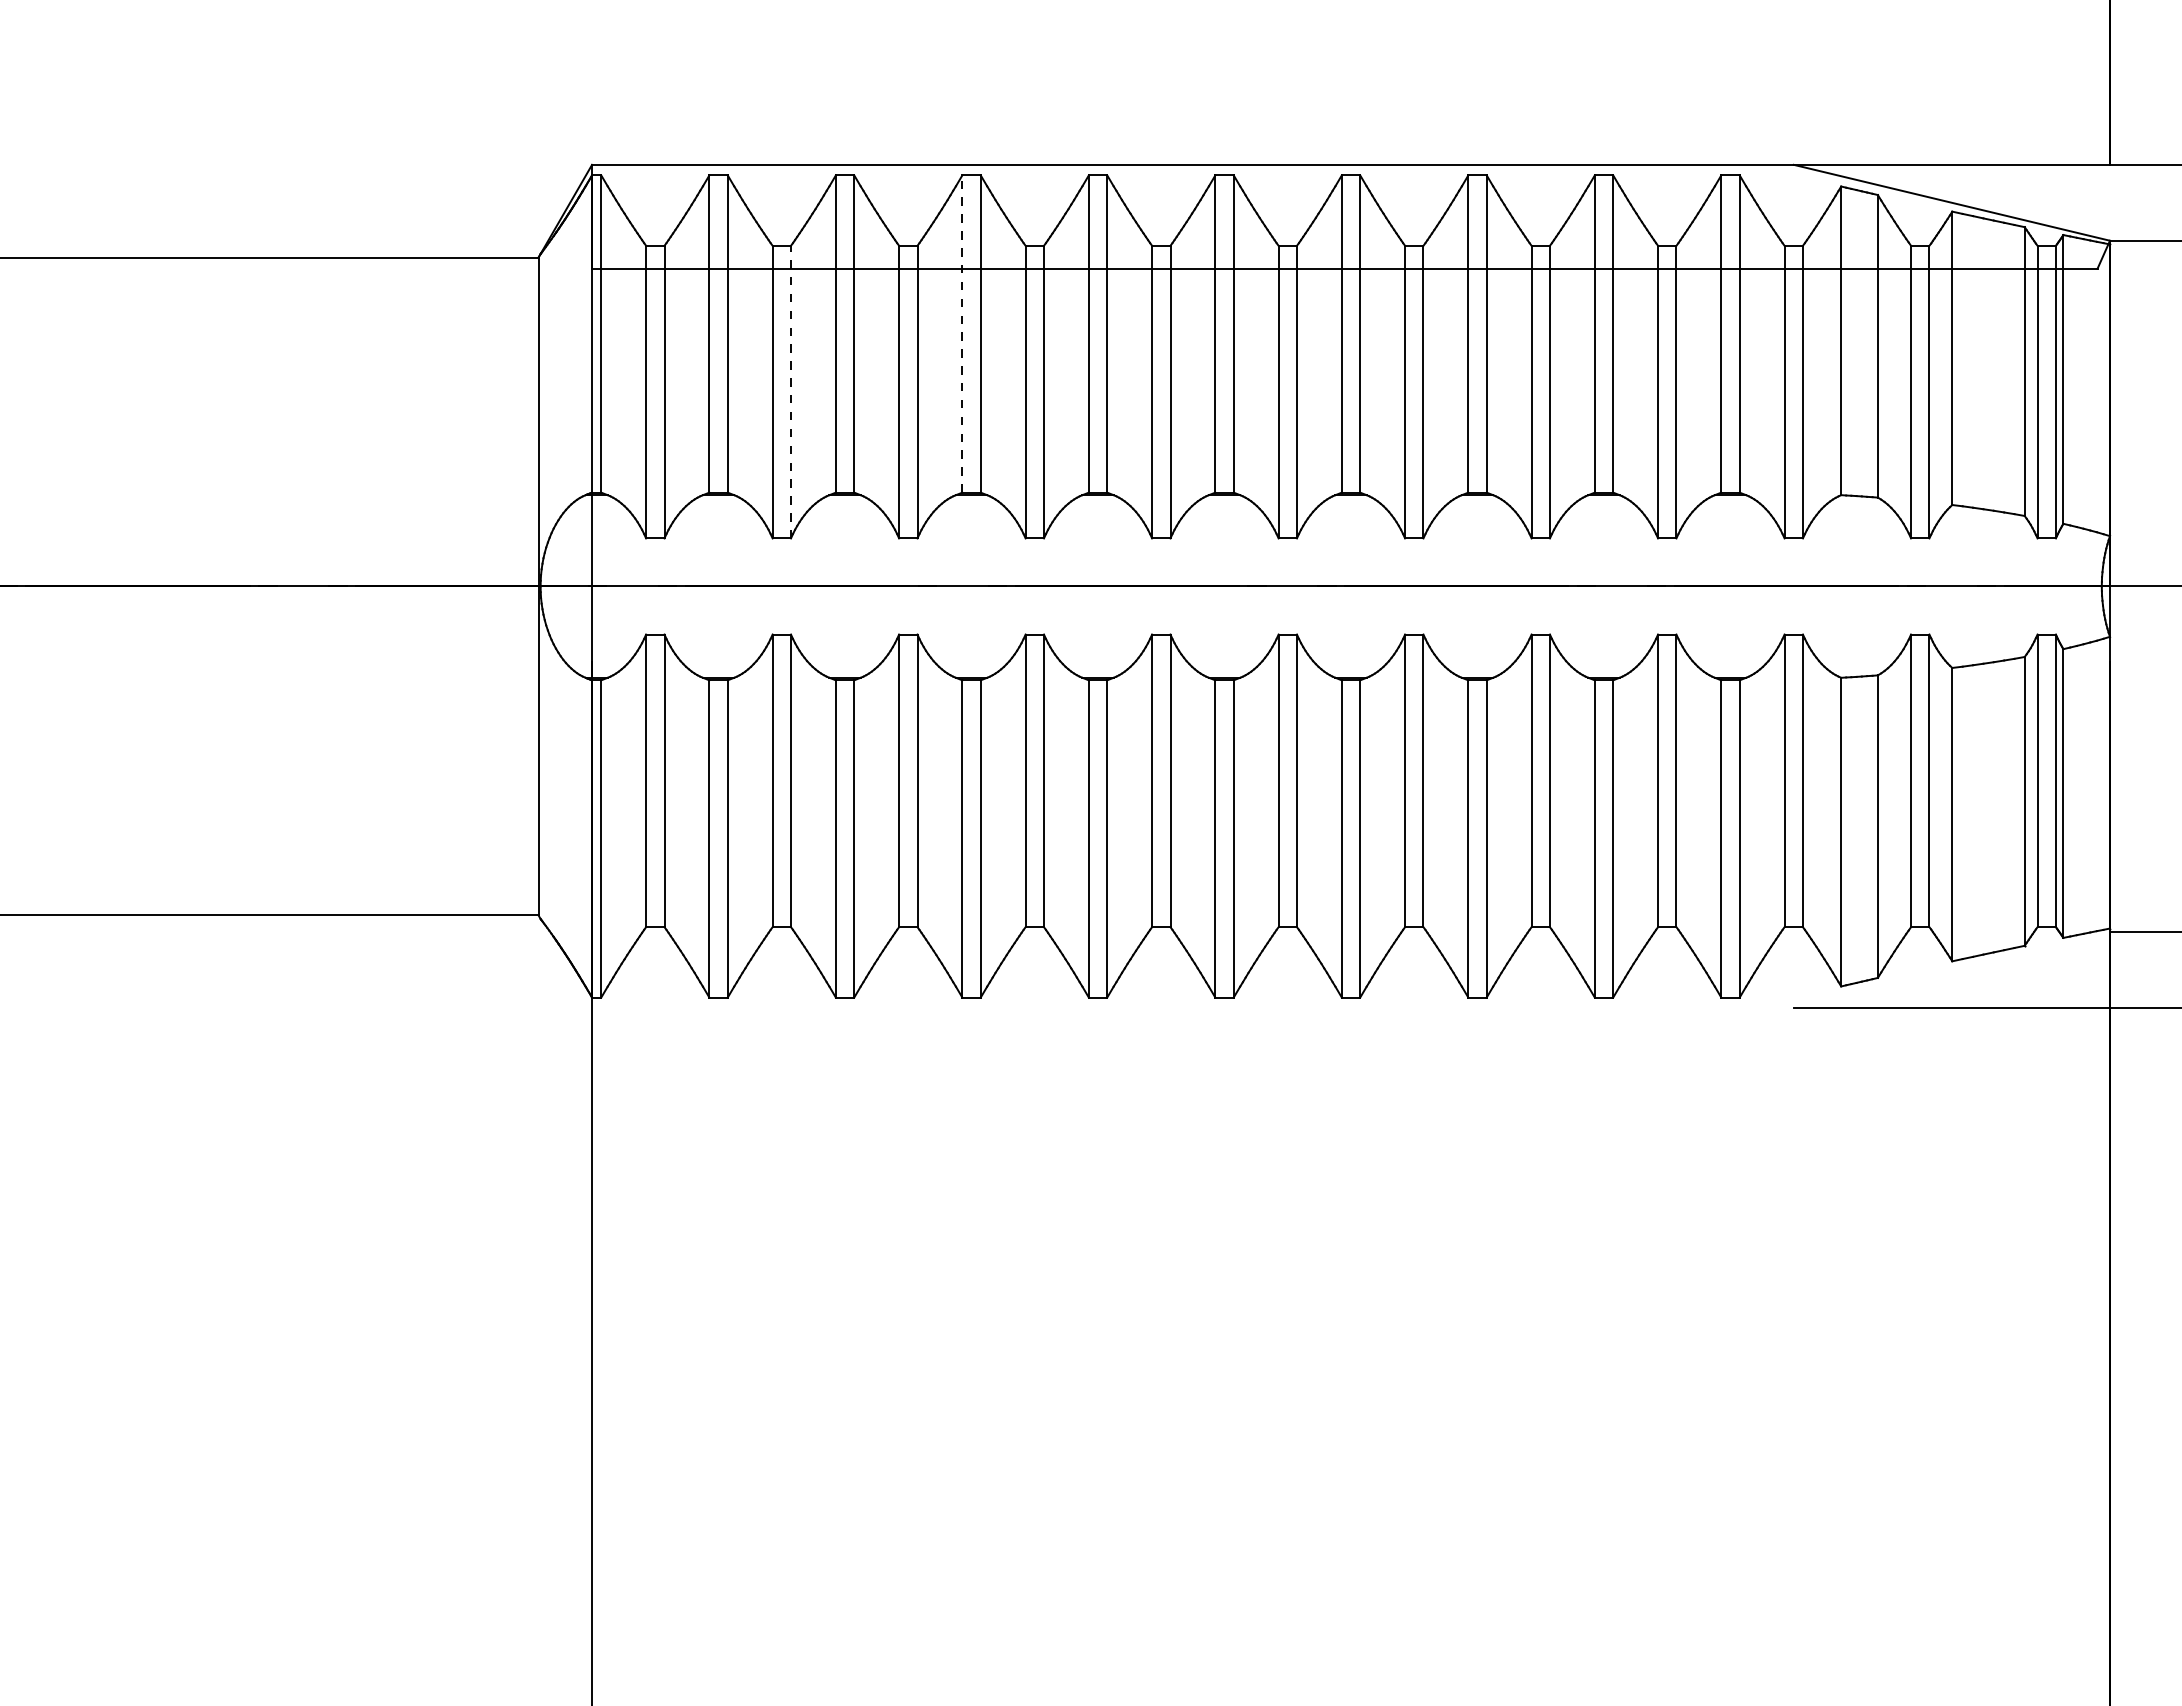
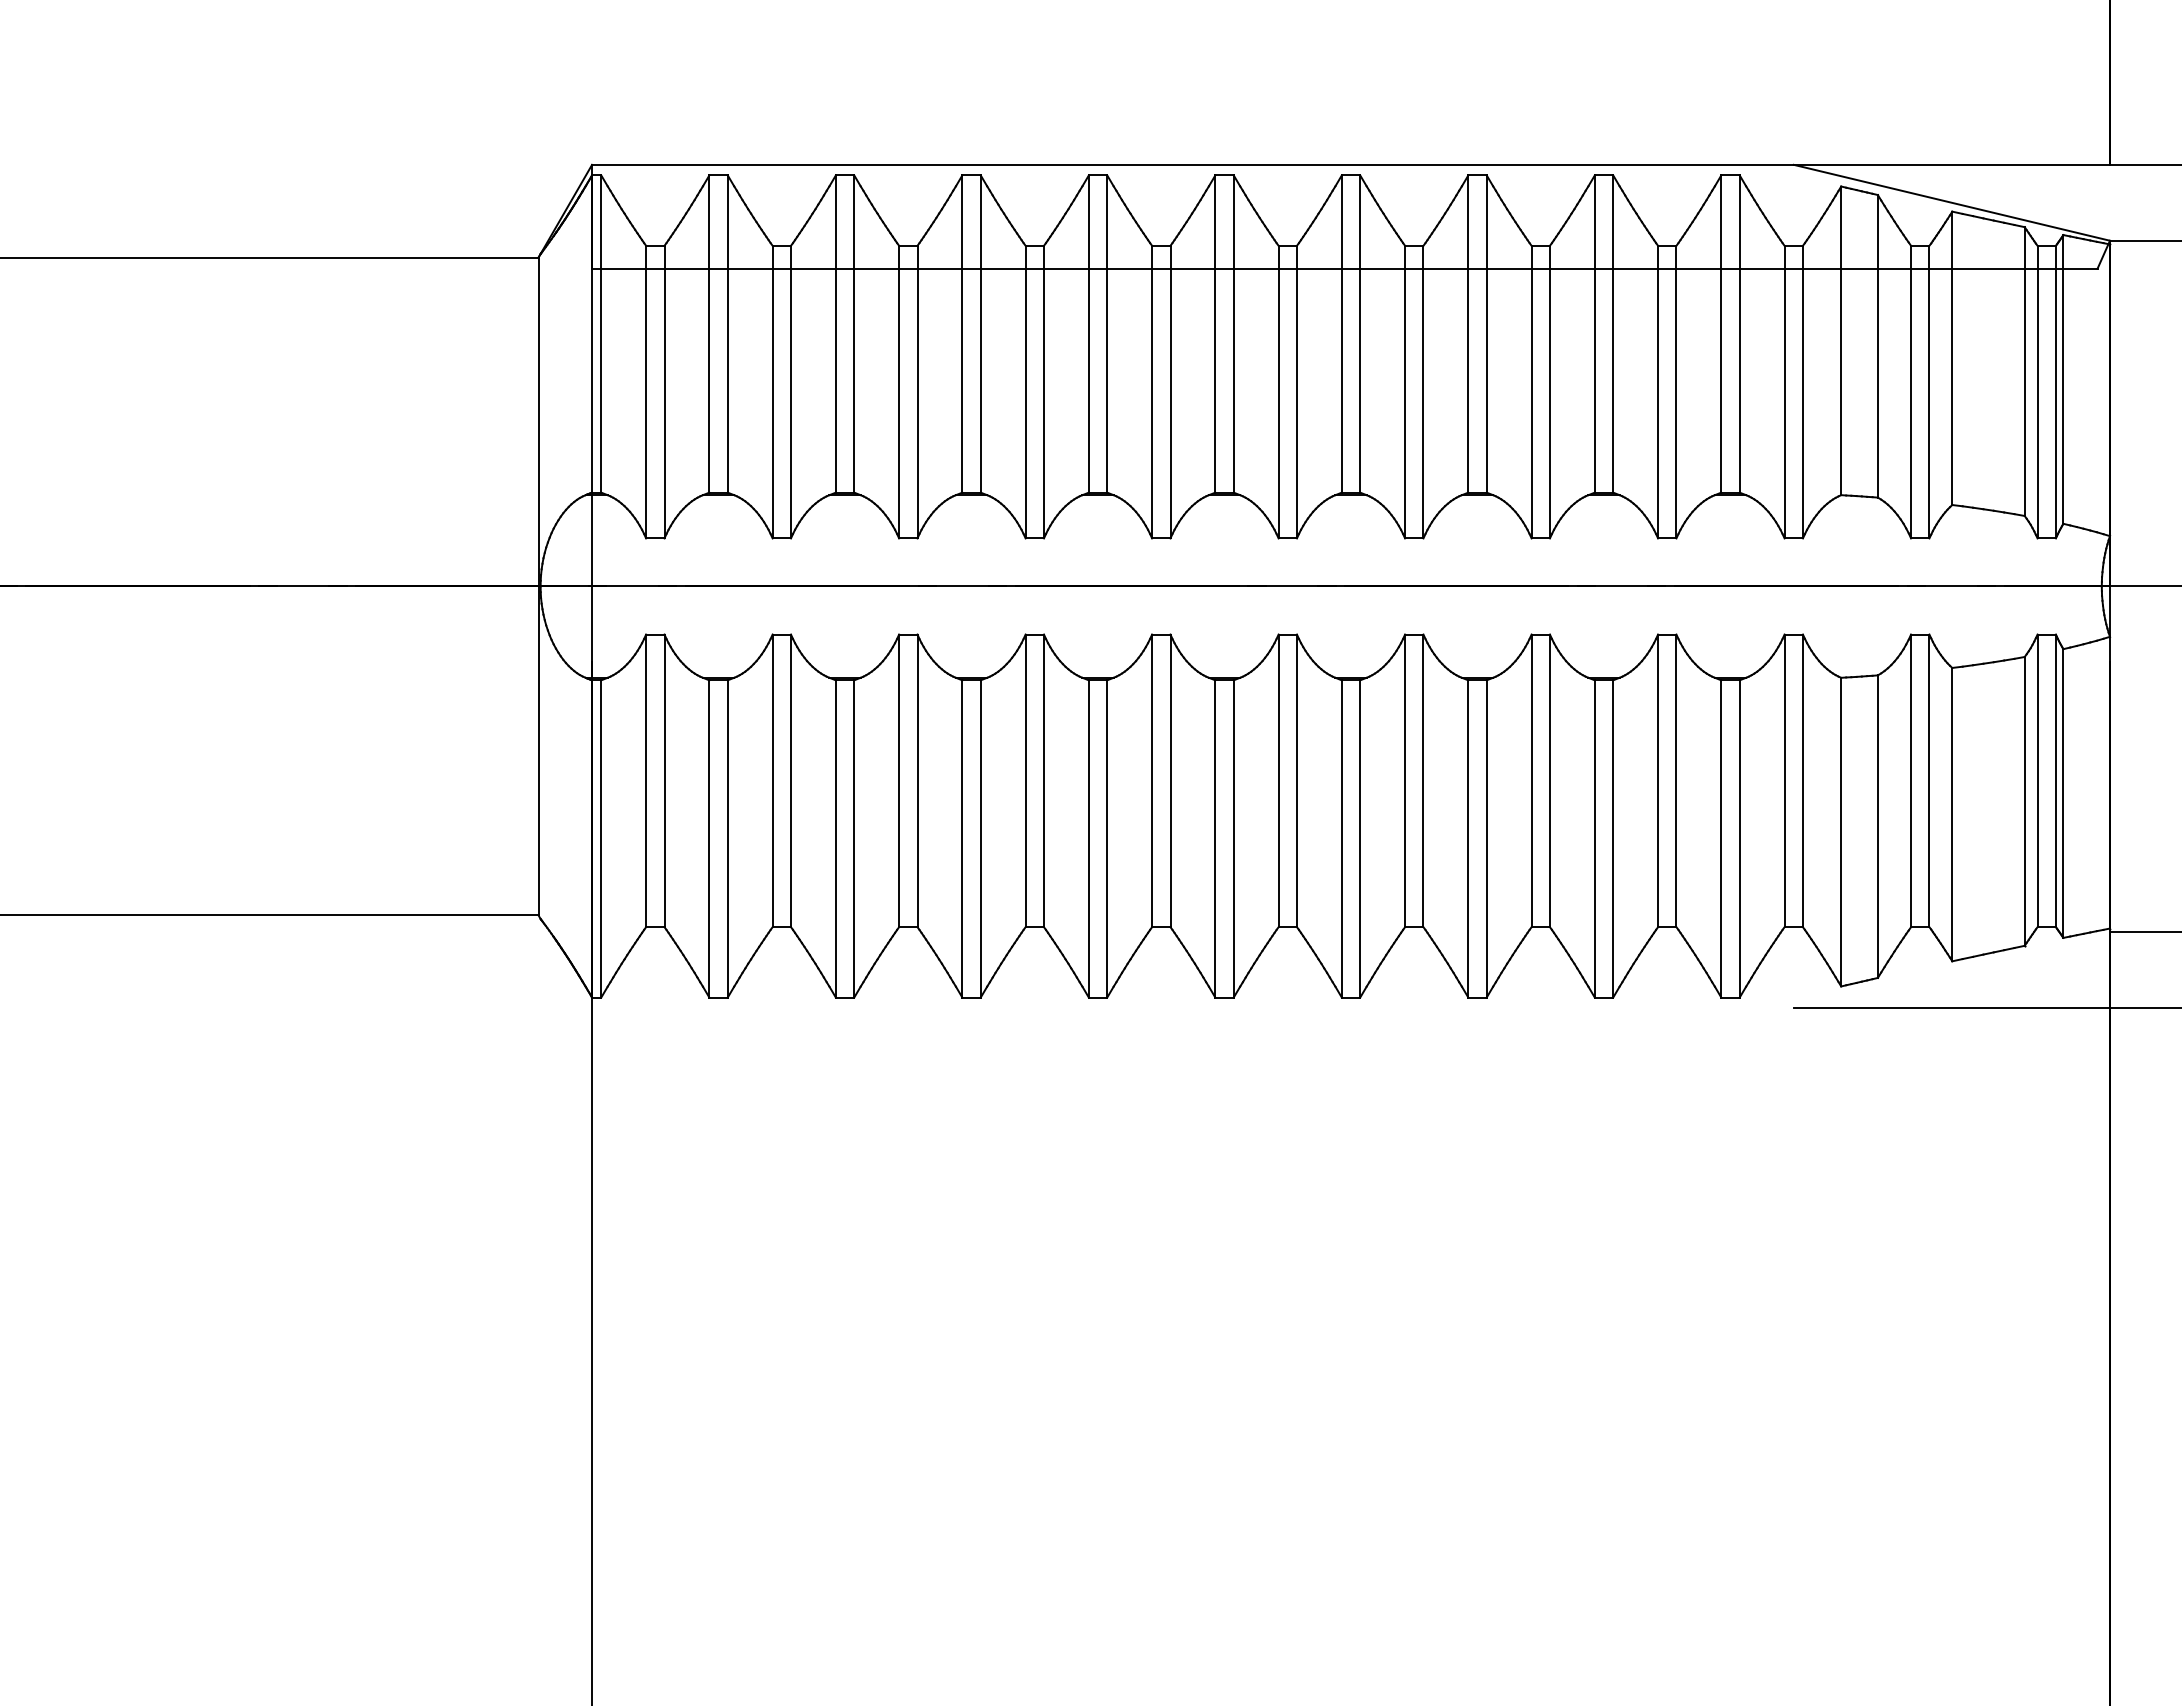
line at (962, 334): dashed -> solid
line at (791, 391): dashed -> solid
